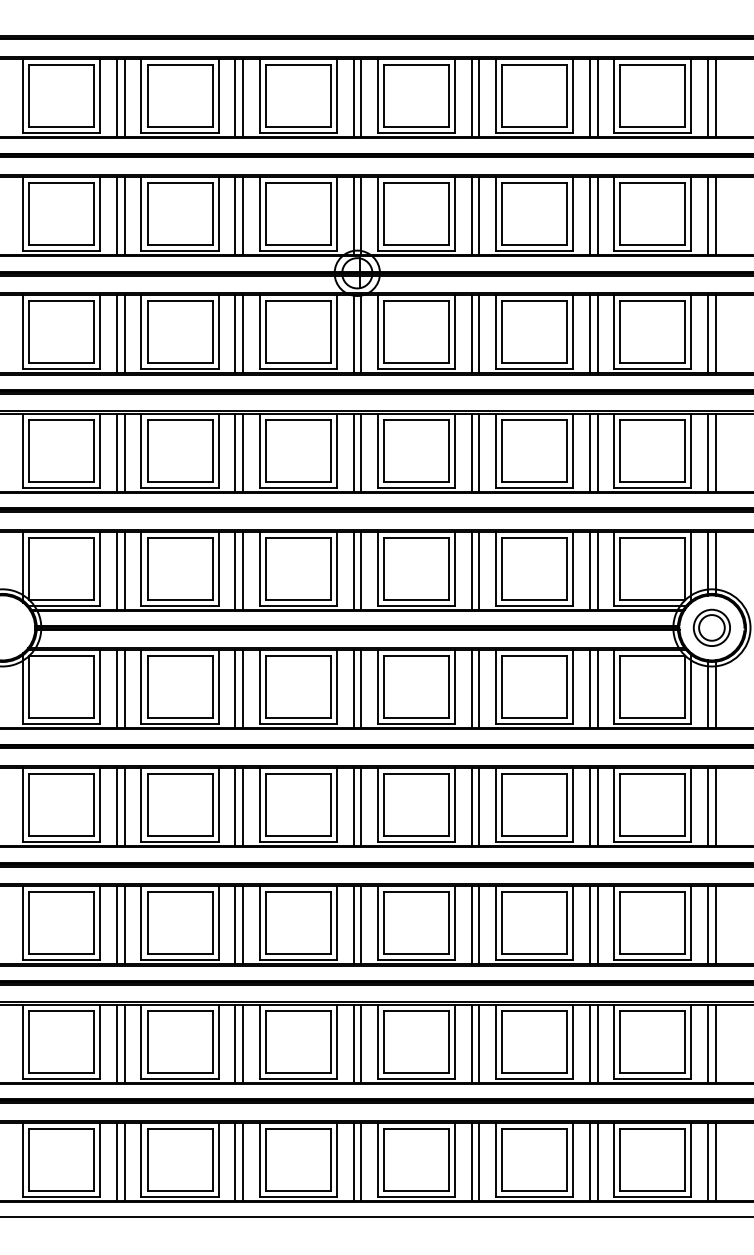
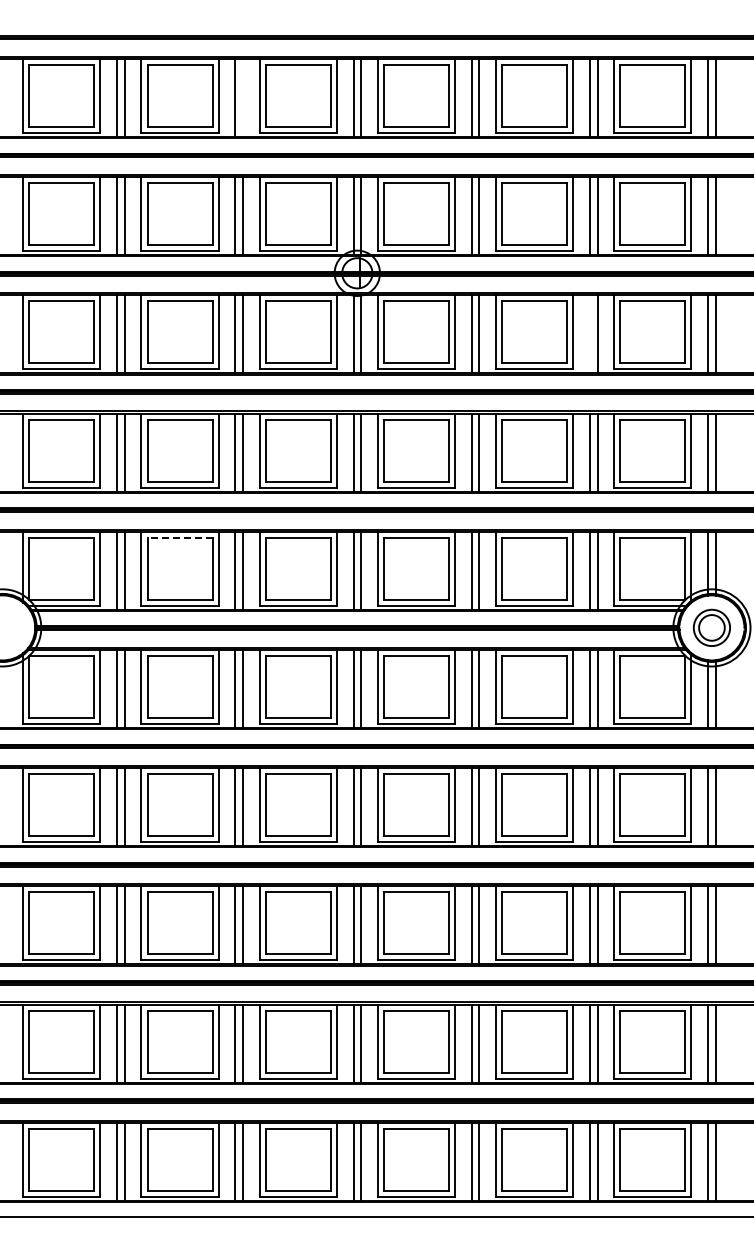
line at (242, 97): present -> none
line at (589, 334): present -> none
line at (180, 537): solid -> dashed
